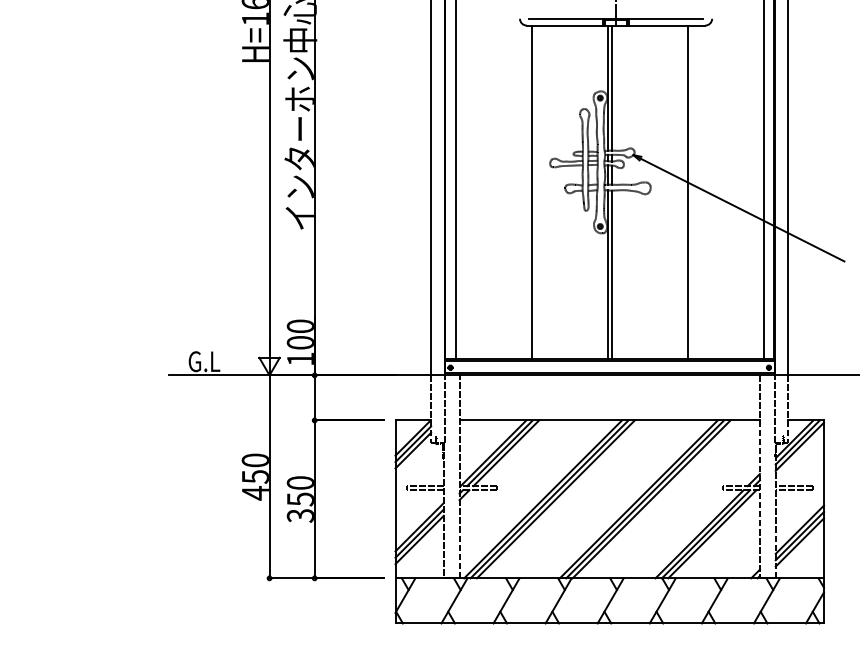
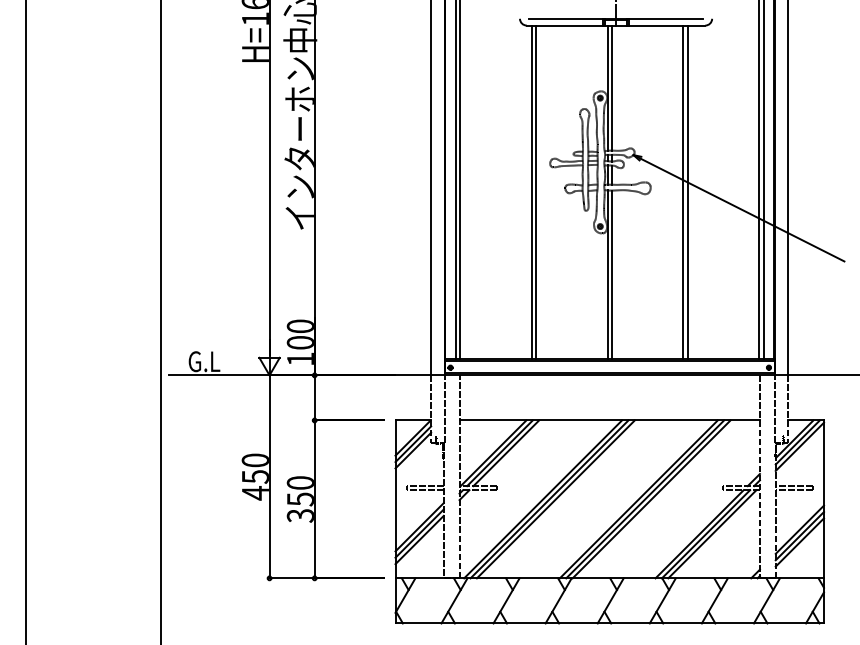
line at (460, 180): none -> present
line at (759, 180): none -> present
line at (536, 191): none -> present
line at (683, 191): none -> present
line at (25, 321): none -> present
line at (161, 321): none -> present
